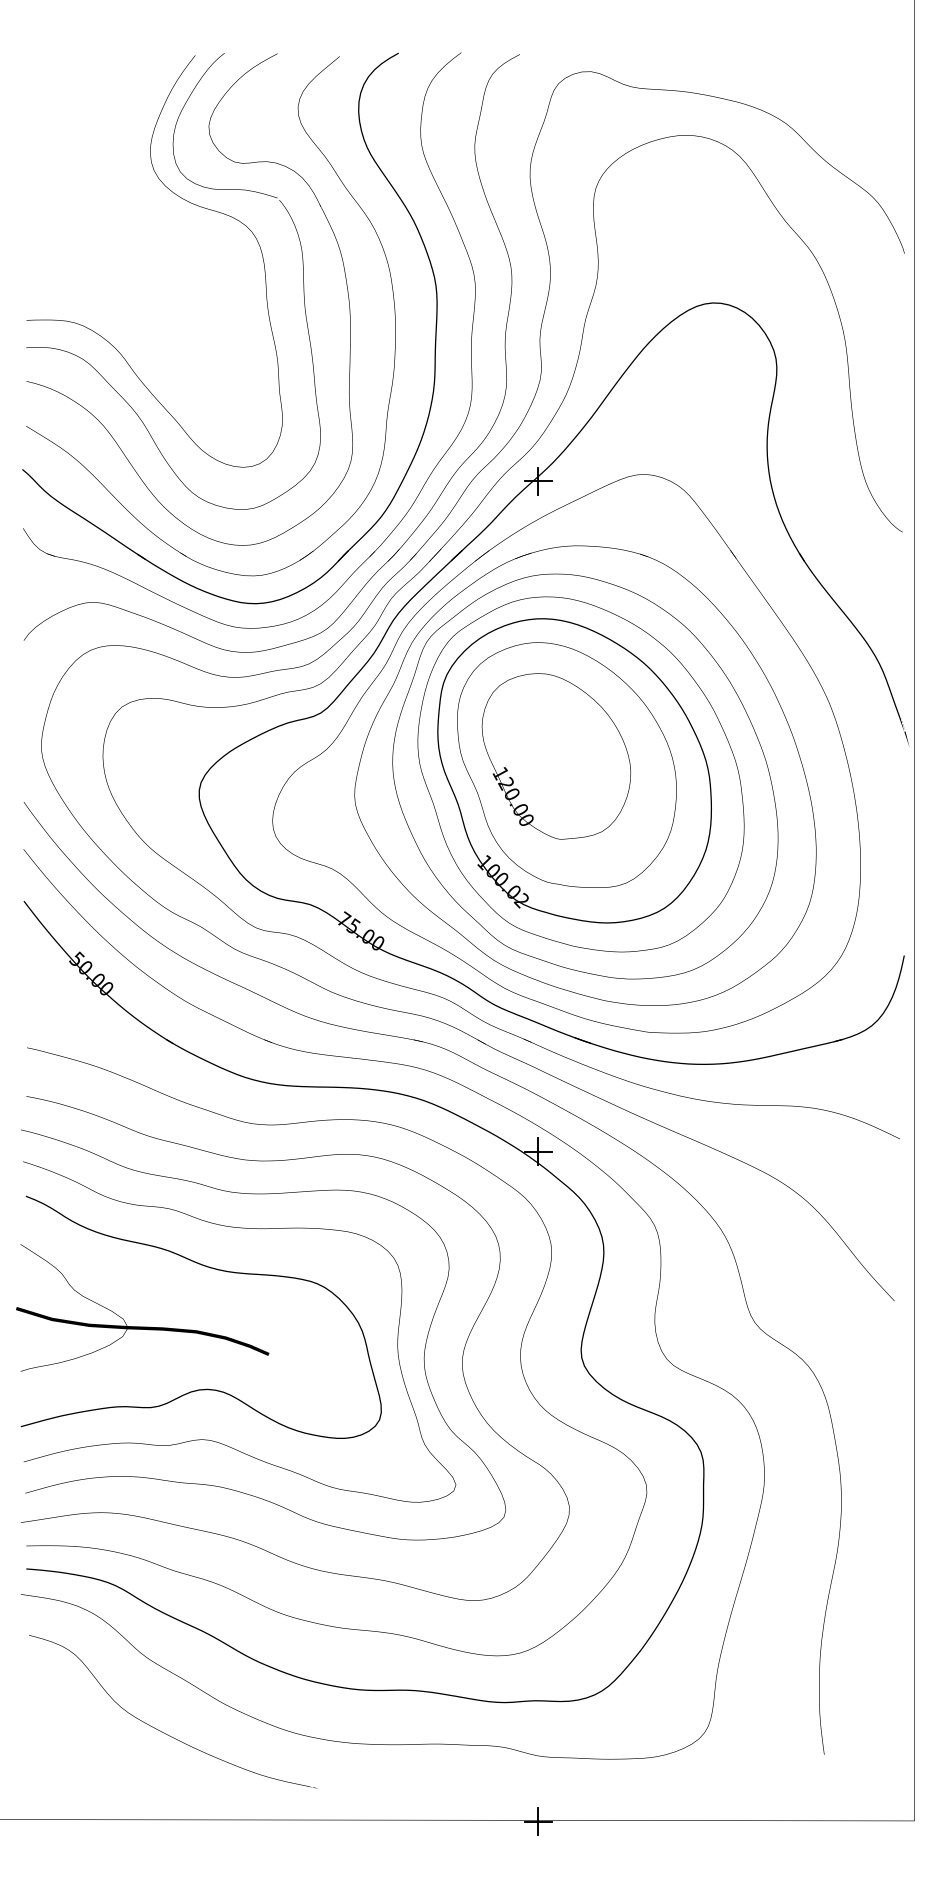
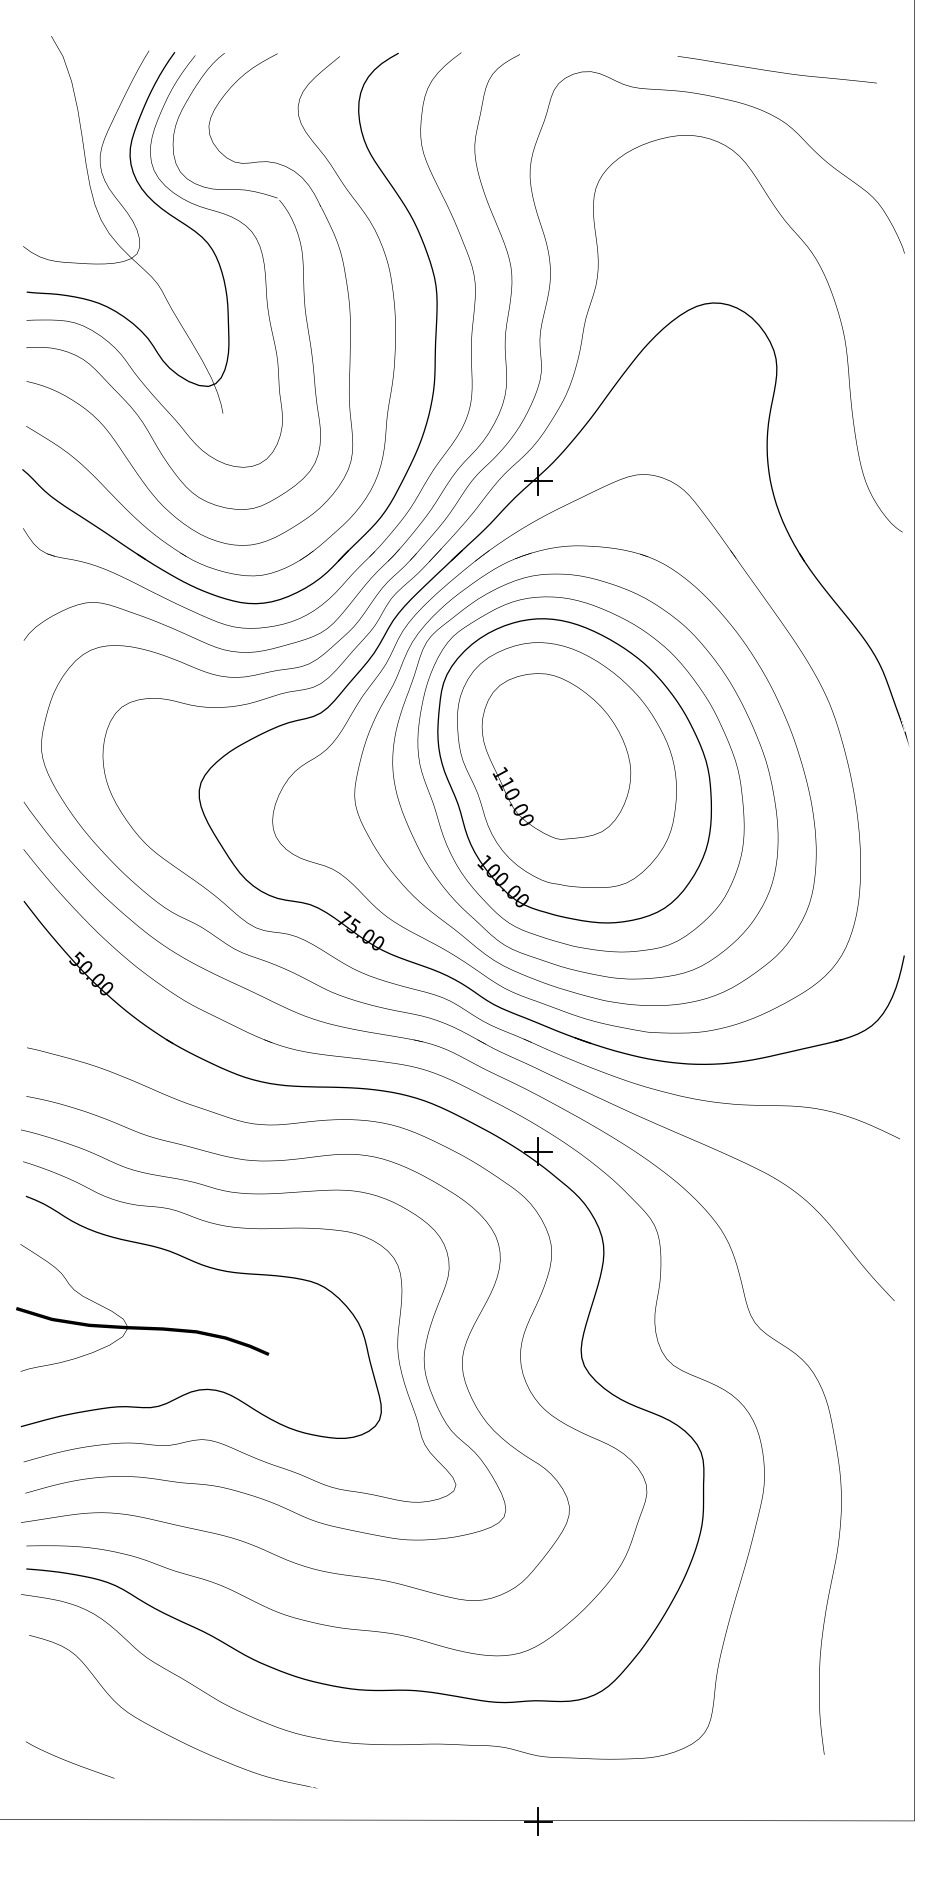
curve at (776, 71): none -> present
part at (132, 221): none -> present
text at (505, 783): 120.00 -> 110.00
text at (520, 900): 100.02 -> 100.00
curve at (69, 1761): none -> present
